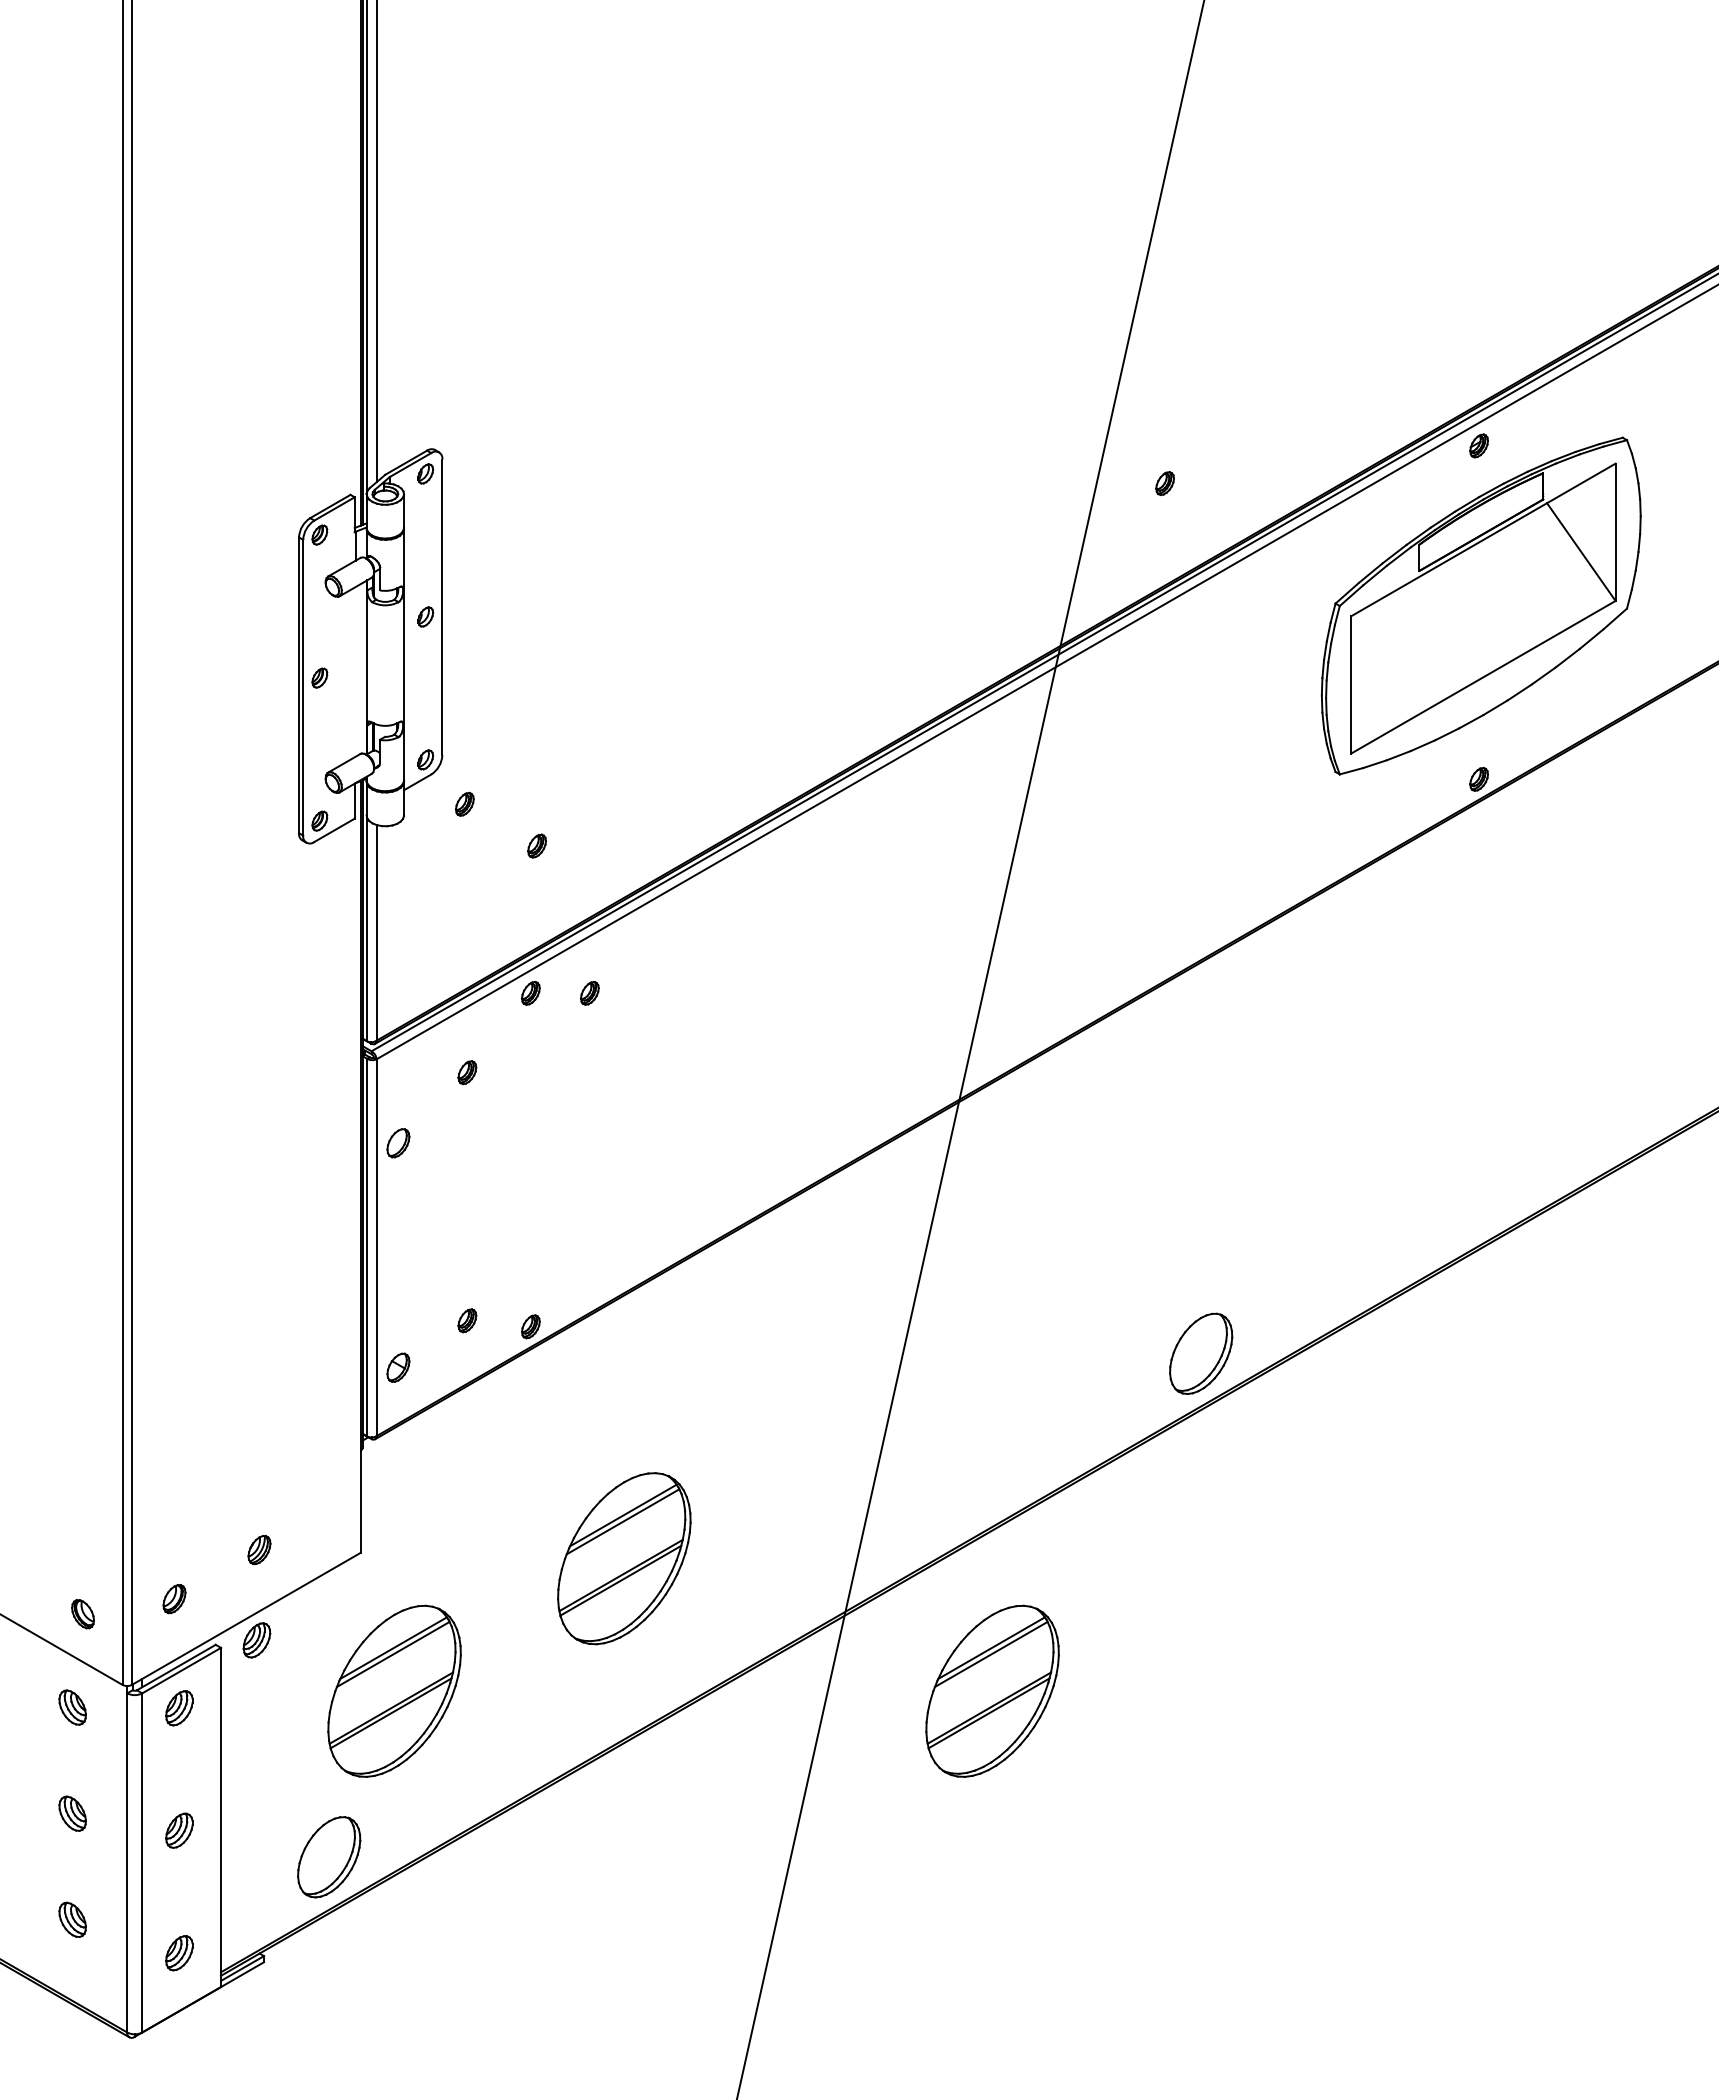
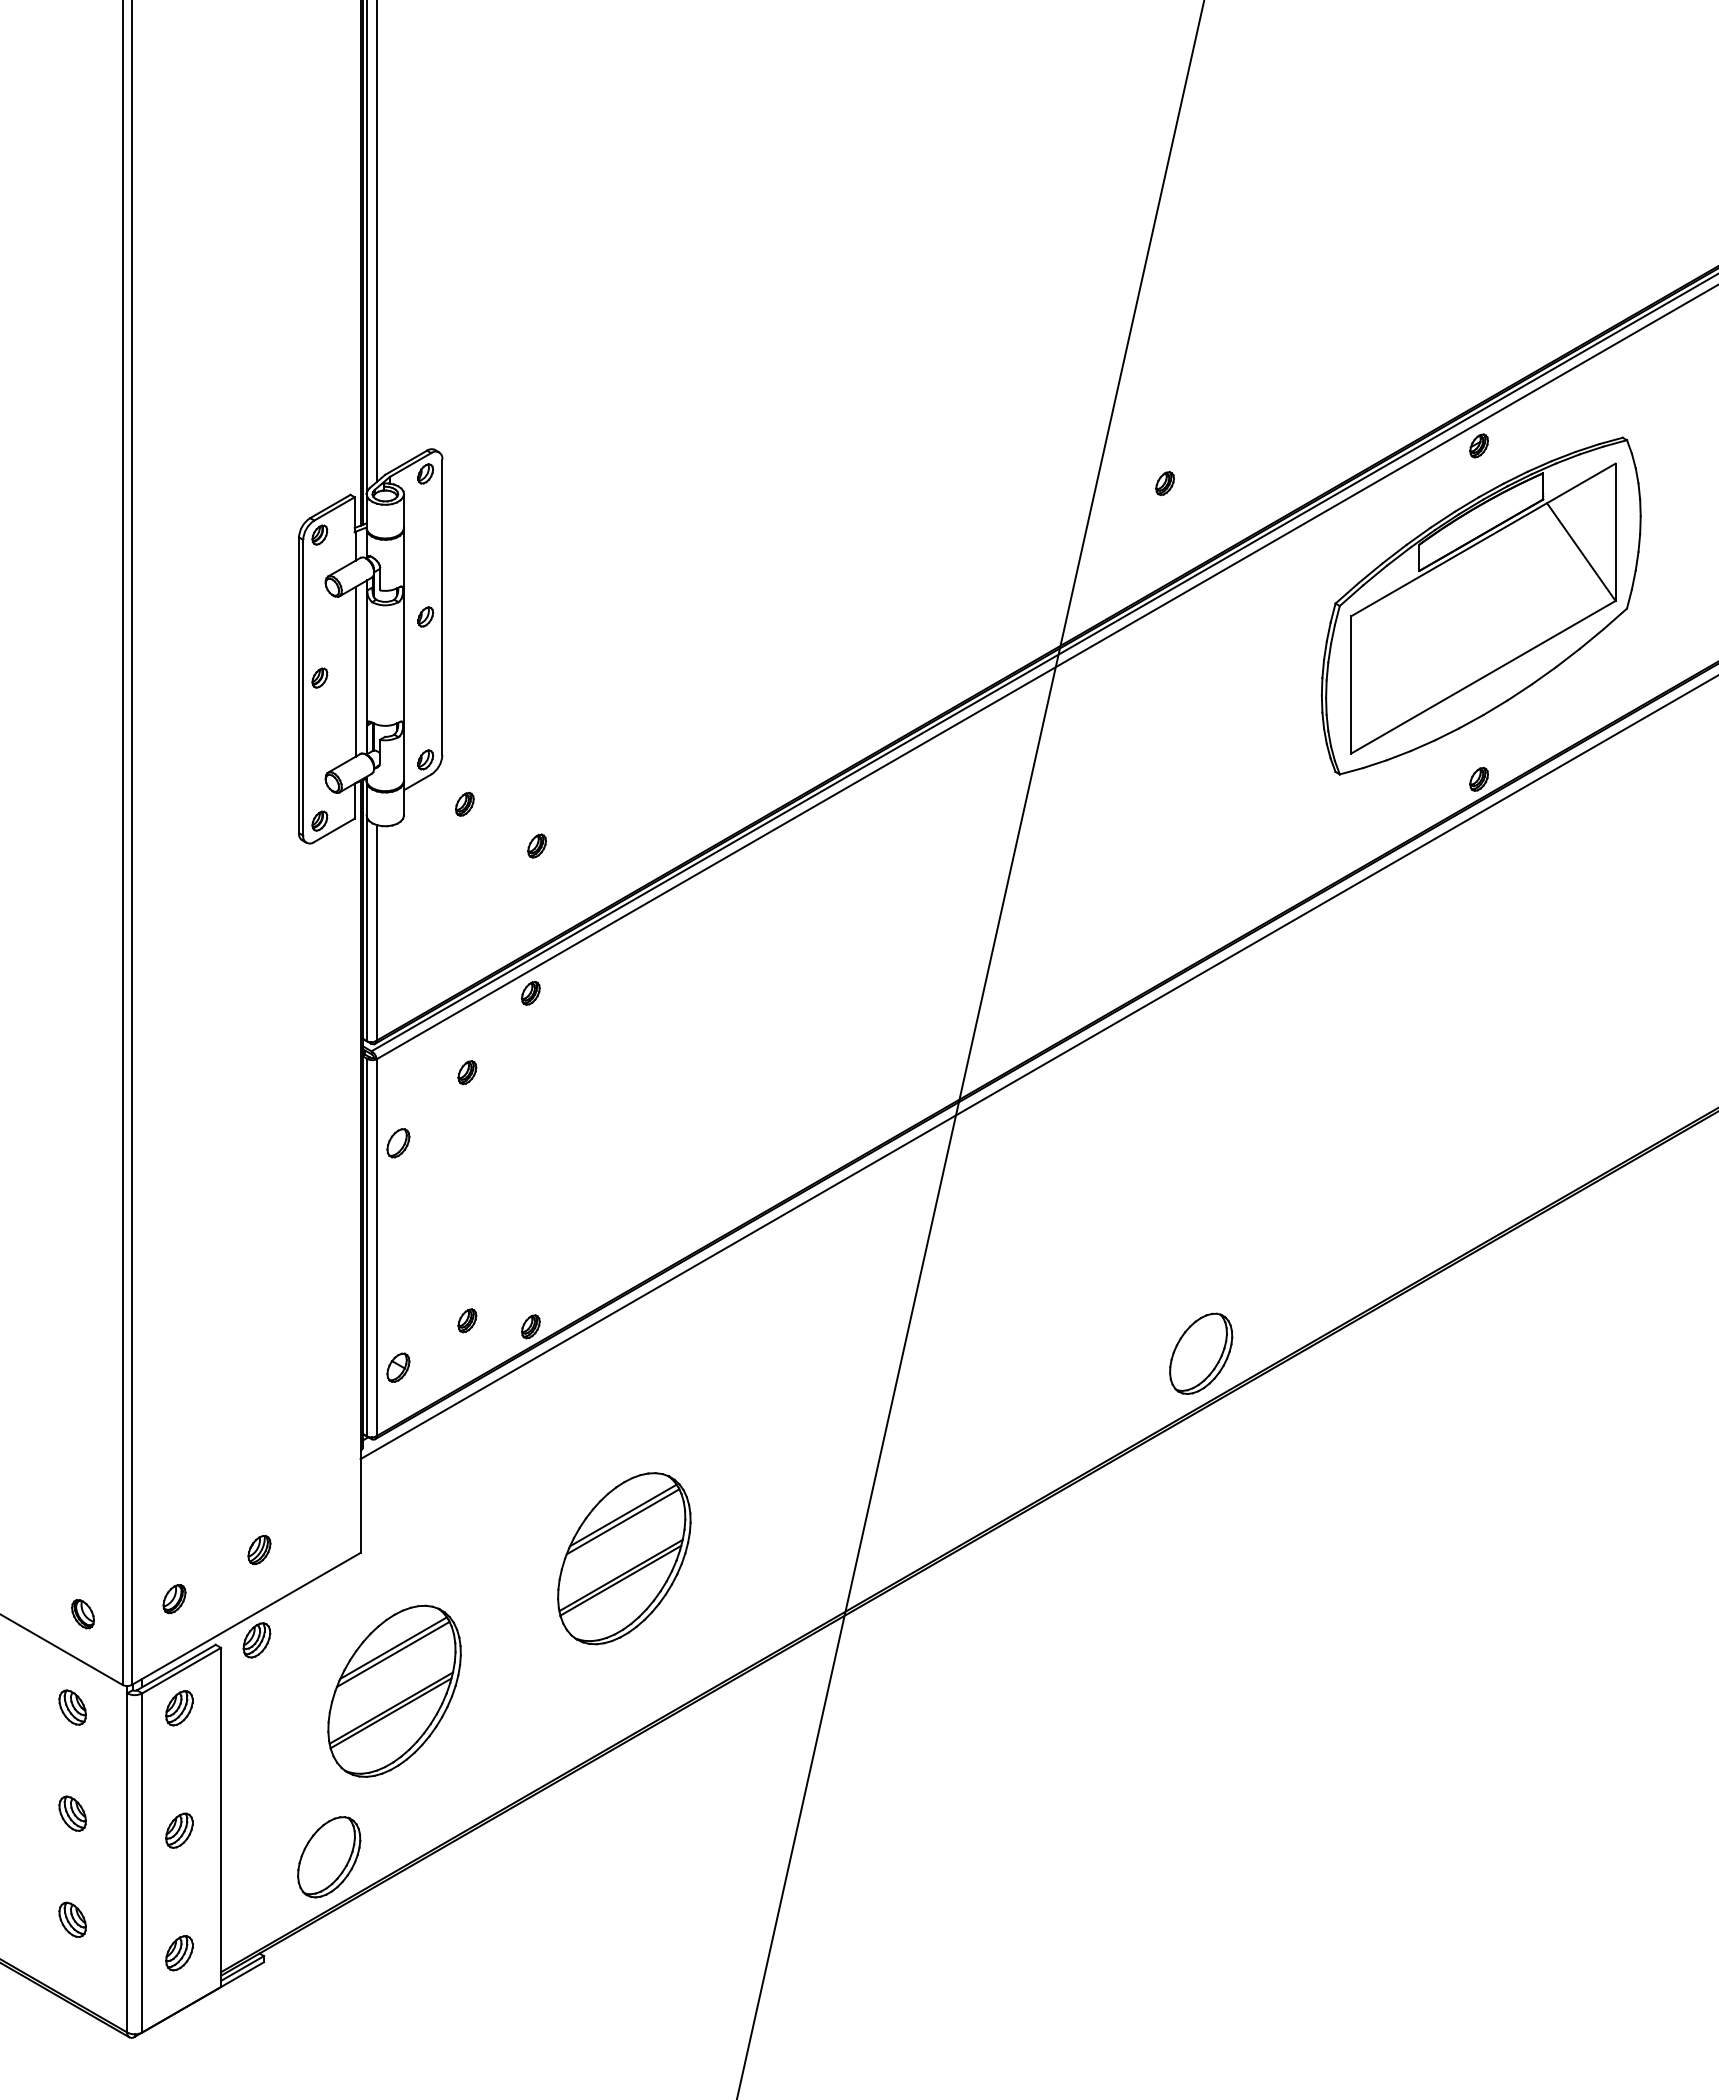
line at (355, 671): none -> present
part at (589, 993): present -> none
line at (1037, 1068): none -> present
part at (992, 1690): present -> none
